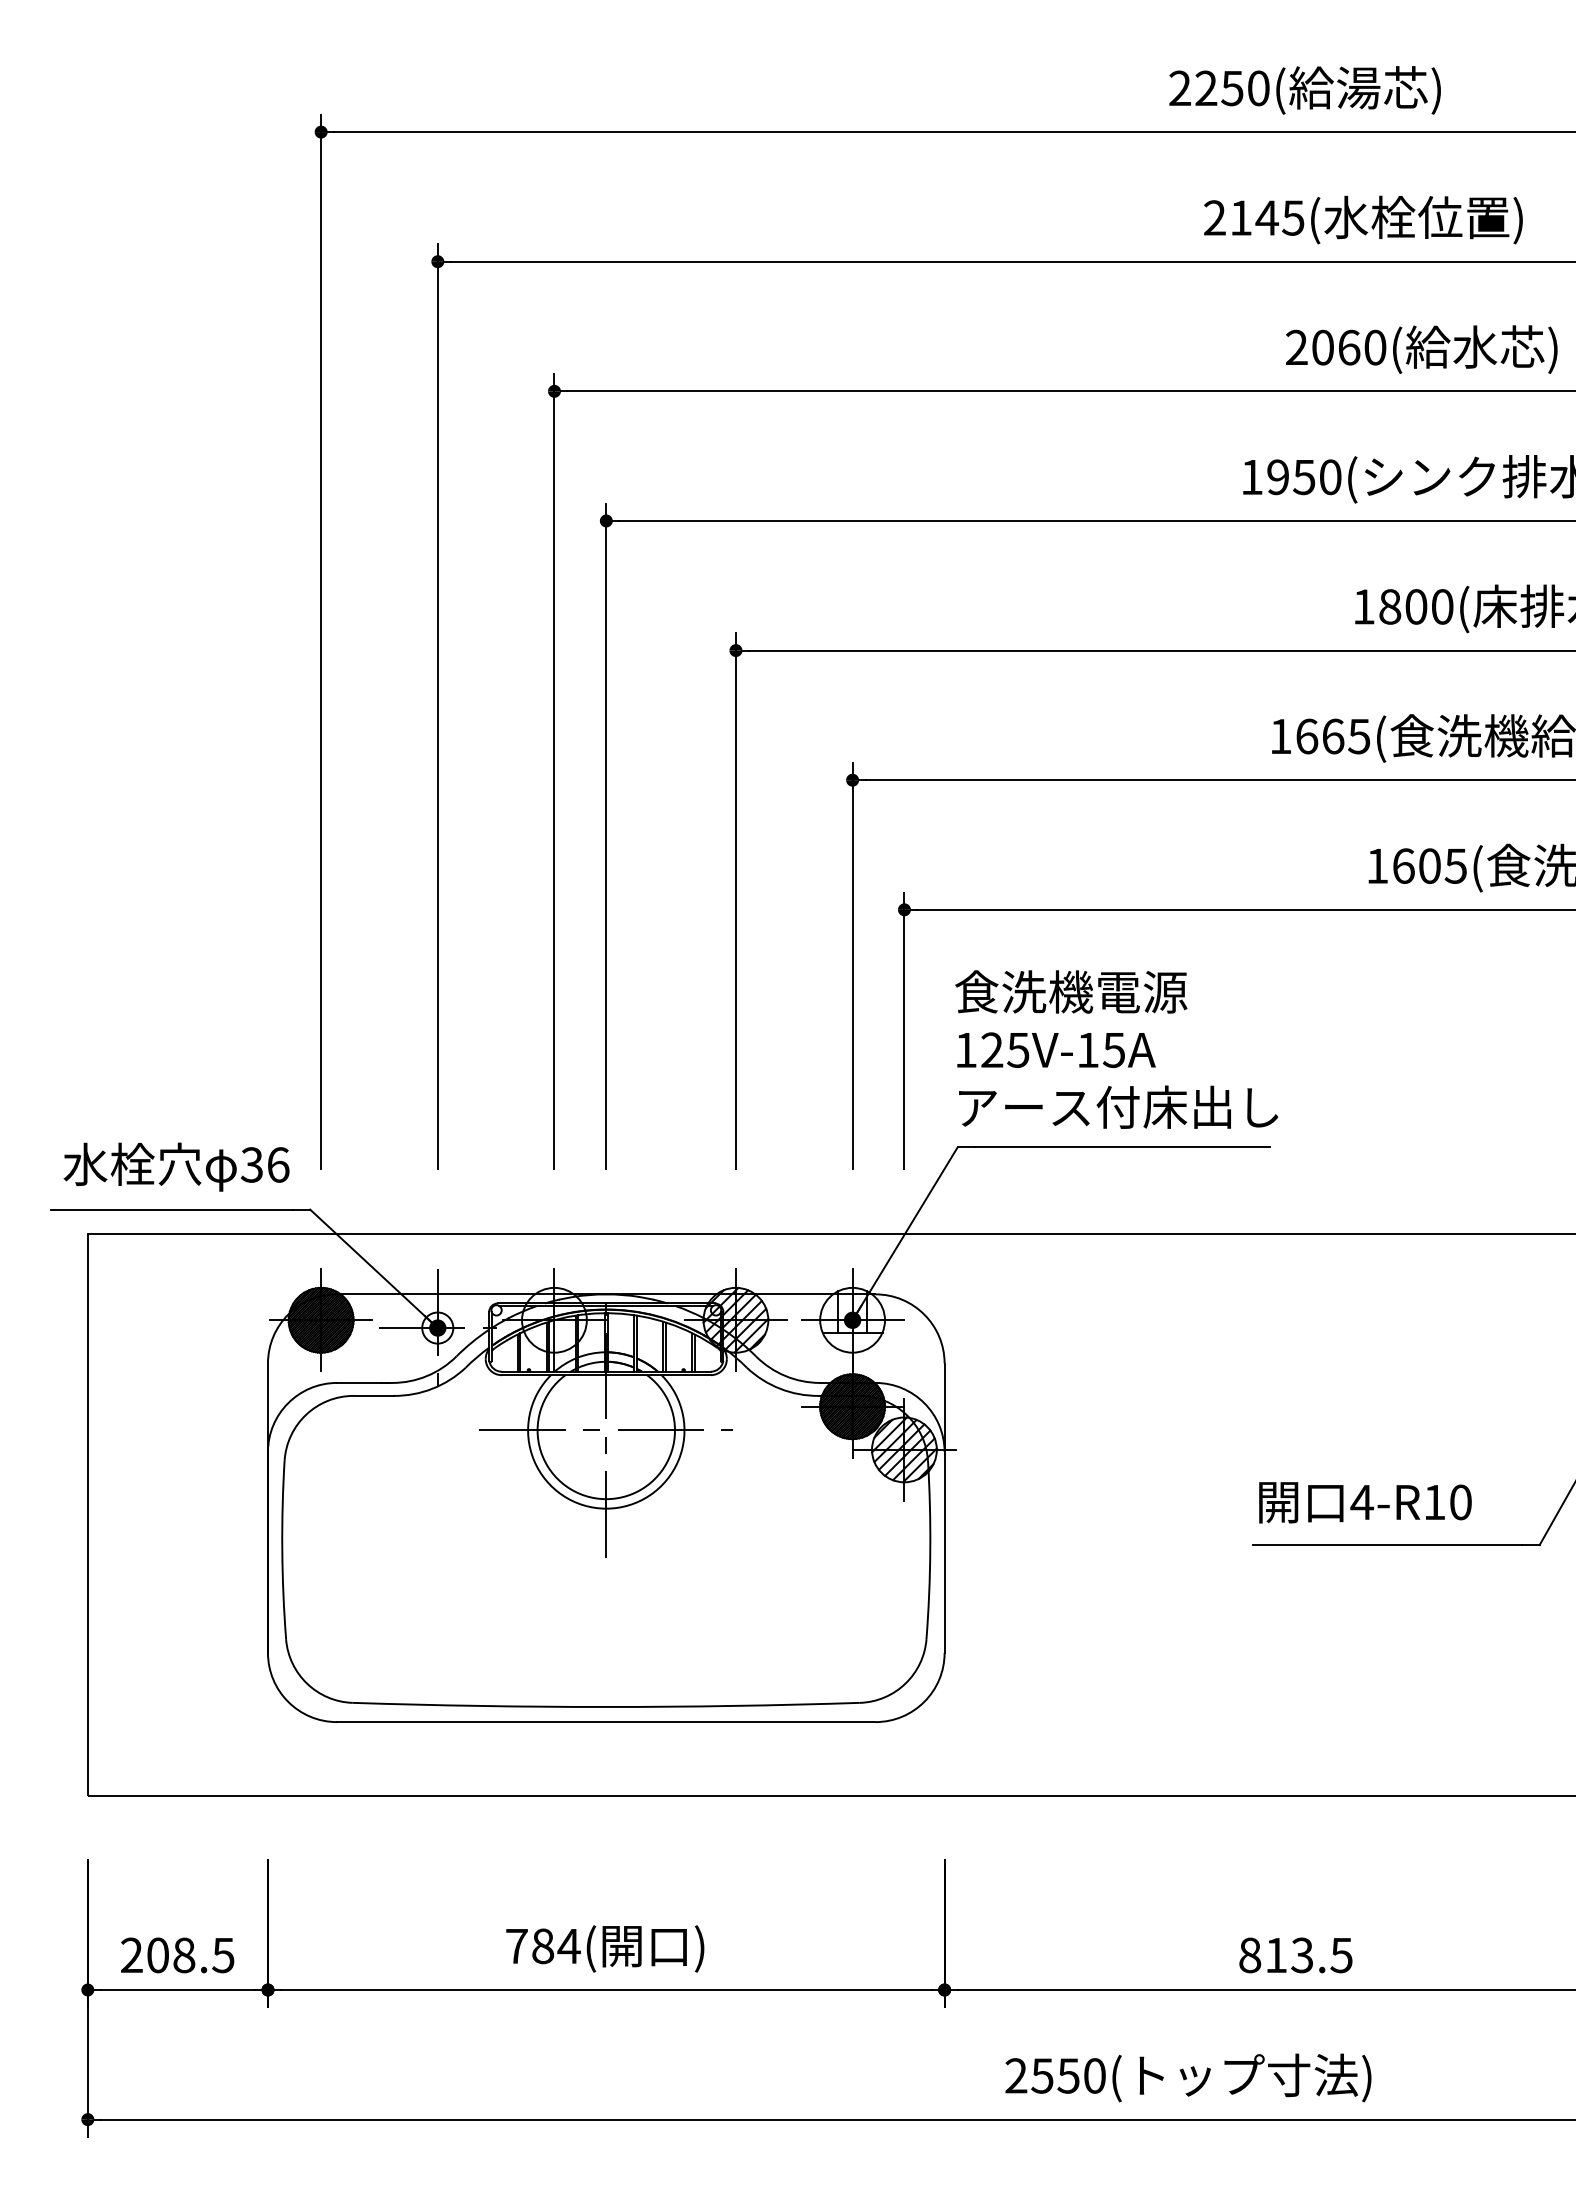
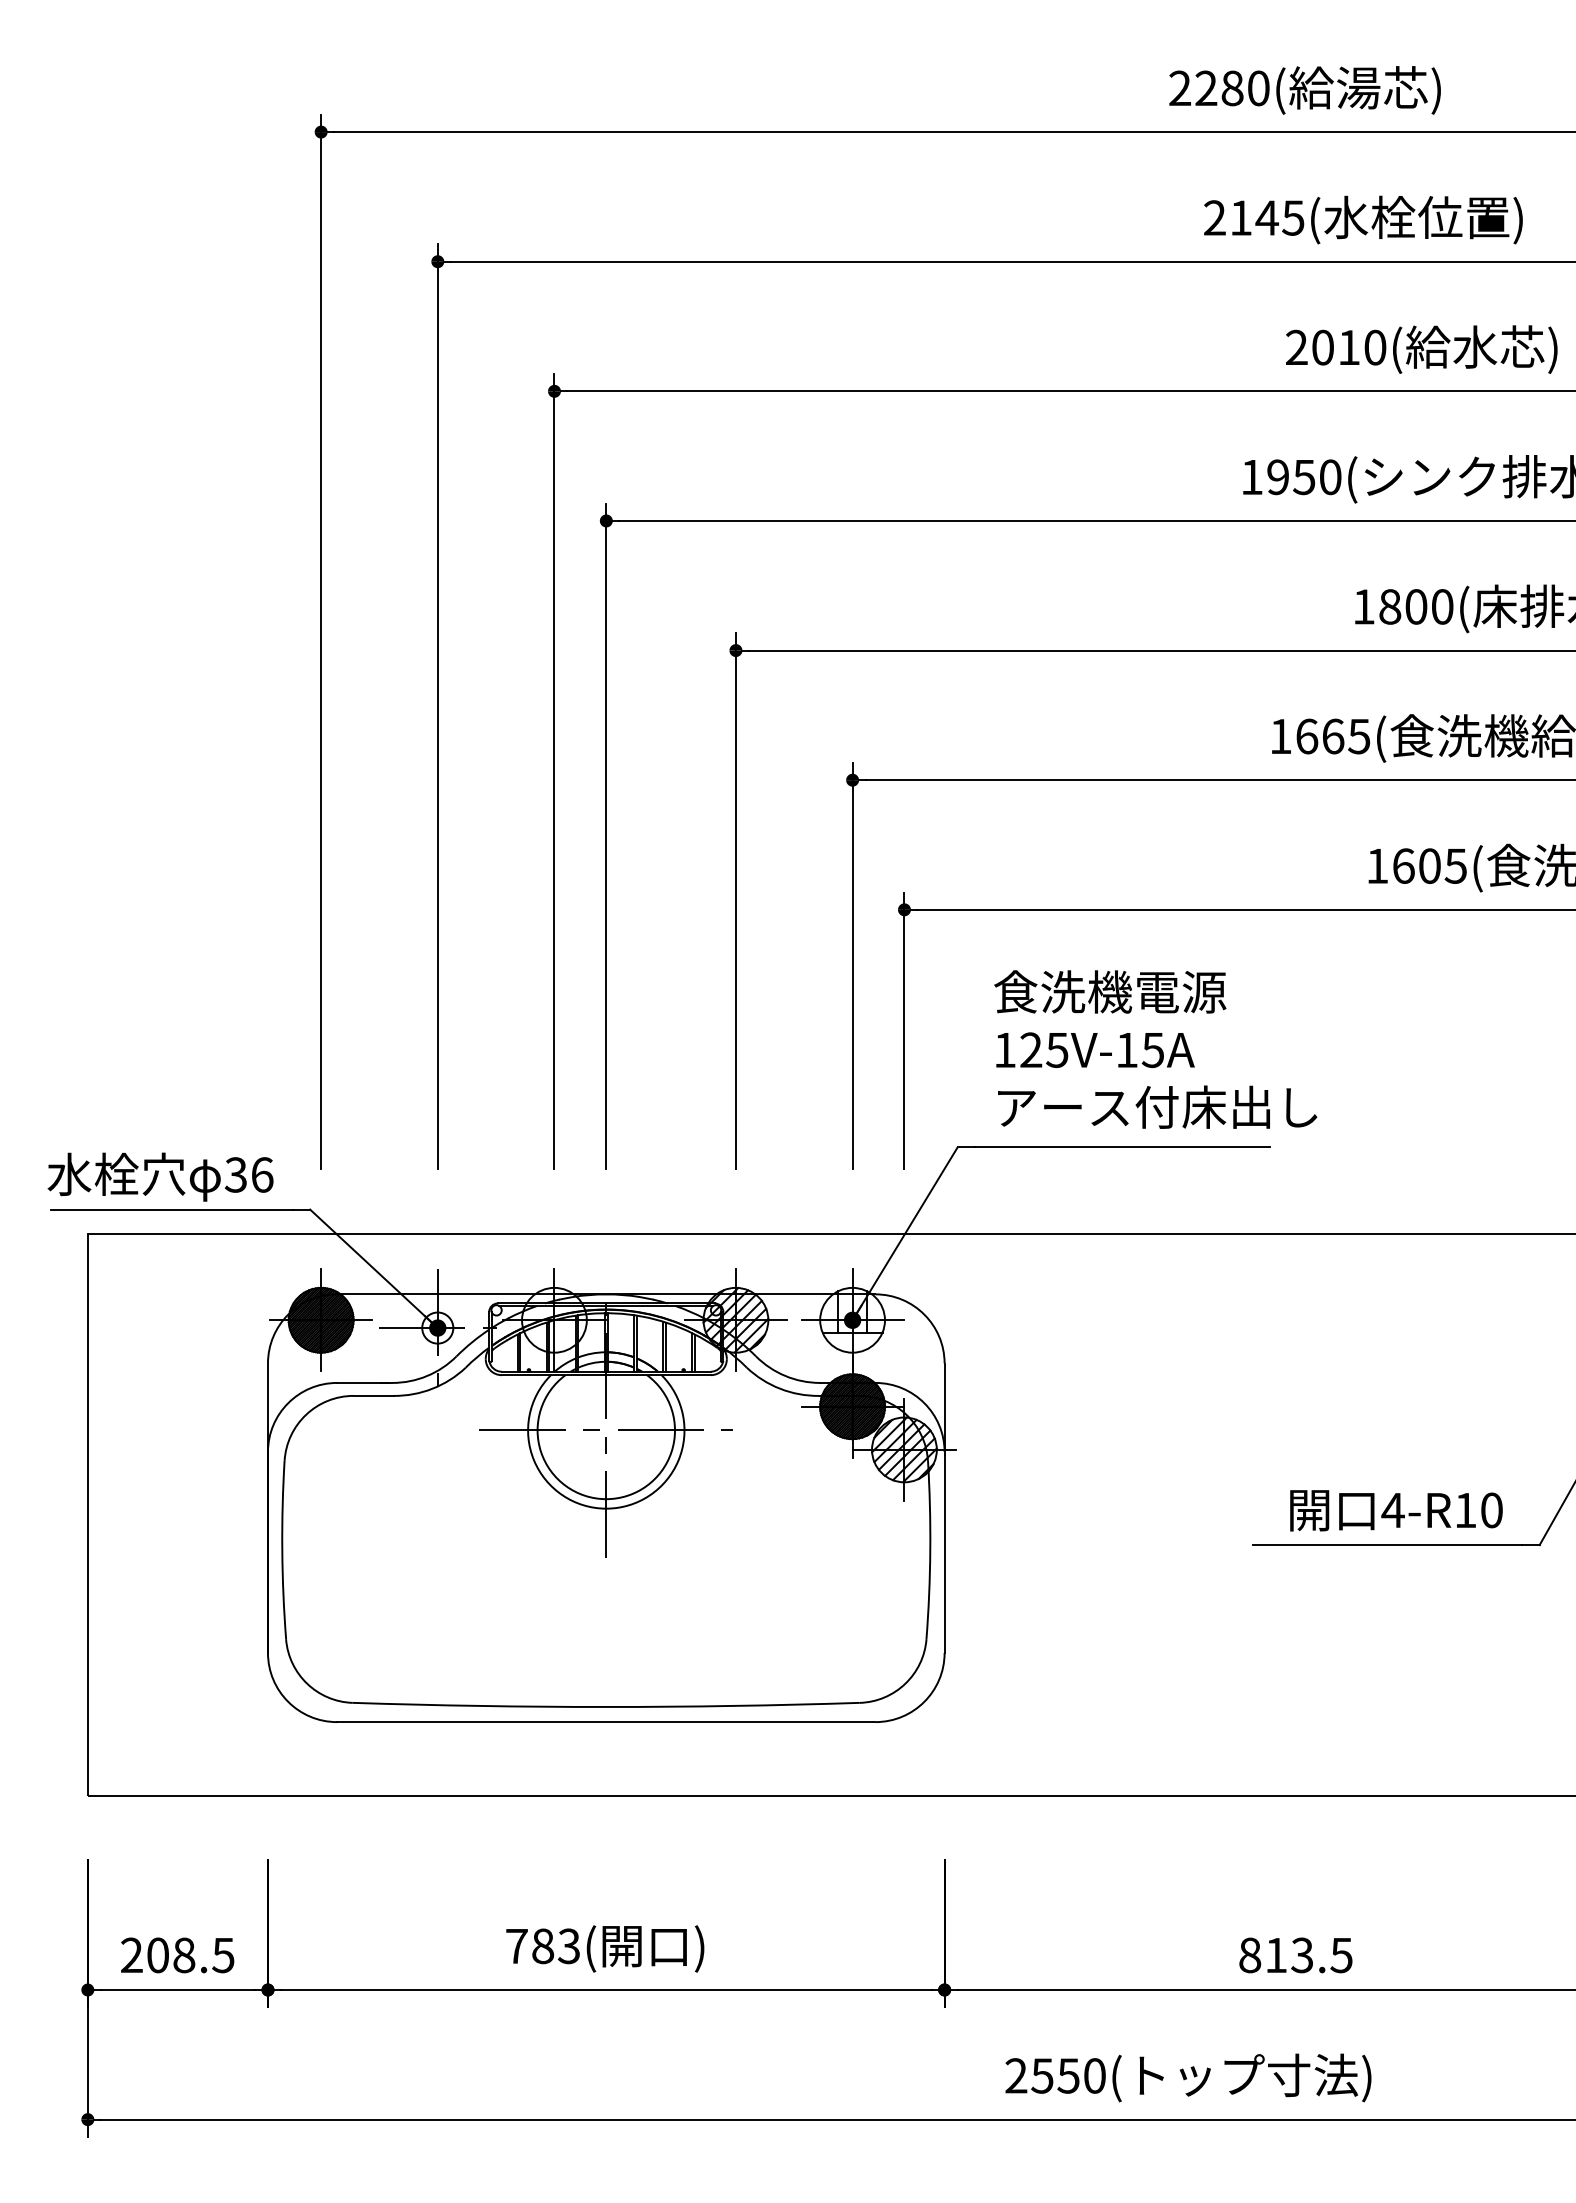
text at (1232, 88): 2250 -> 2280
text at (1349, 347): 2060 -> 2010
text at (1116, 1049) position: (1116, 1049) -> (1155, 1049)
text at (176, 1166) position: (176, 1166) -> (160, 1176)
text at (1365, 1502) position: (1365, 1502) -> (1396, 1510)
text at (568, 1946): 784( -> 783(
